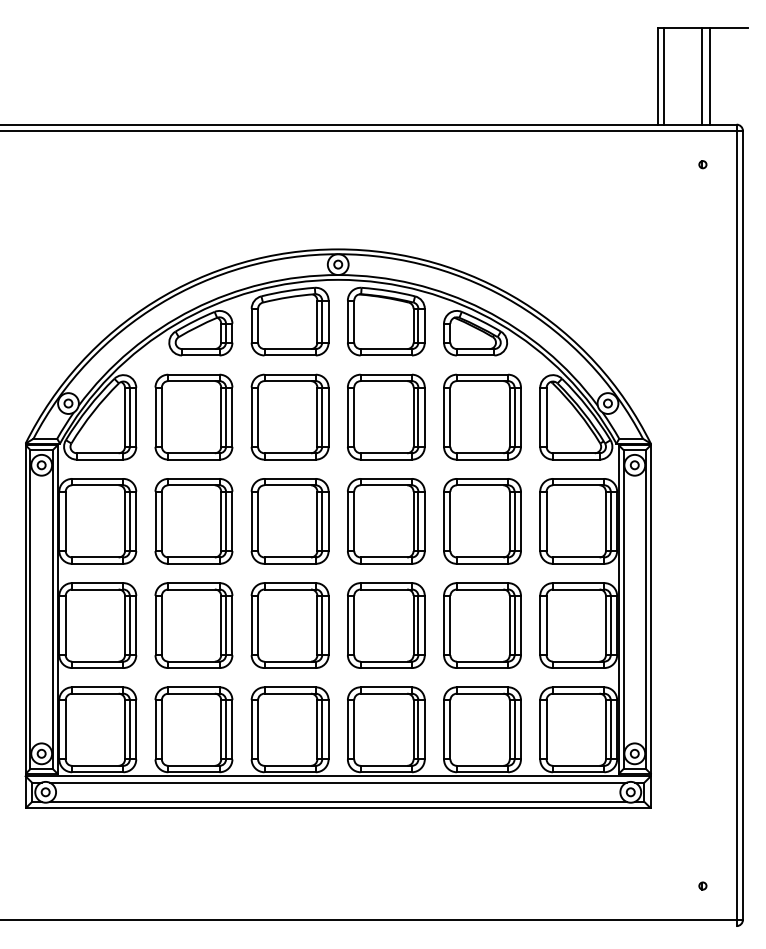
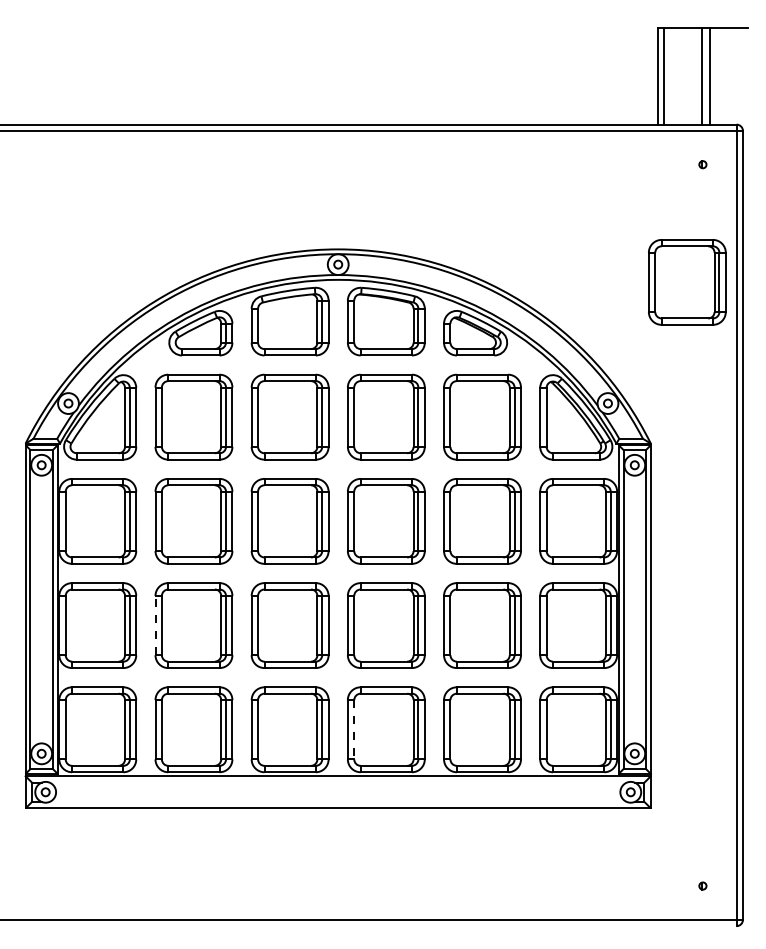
part at (687, 282): none -> present
line at (155, 625): solid -> dashed
line at (354, 729): solid -> dashed
line at (337, 782): present -> none
line at (337, 801): present -> none
